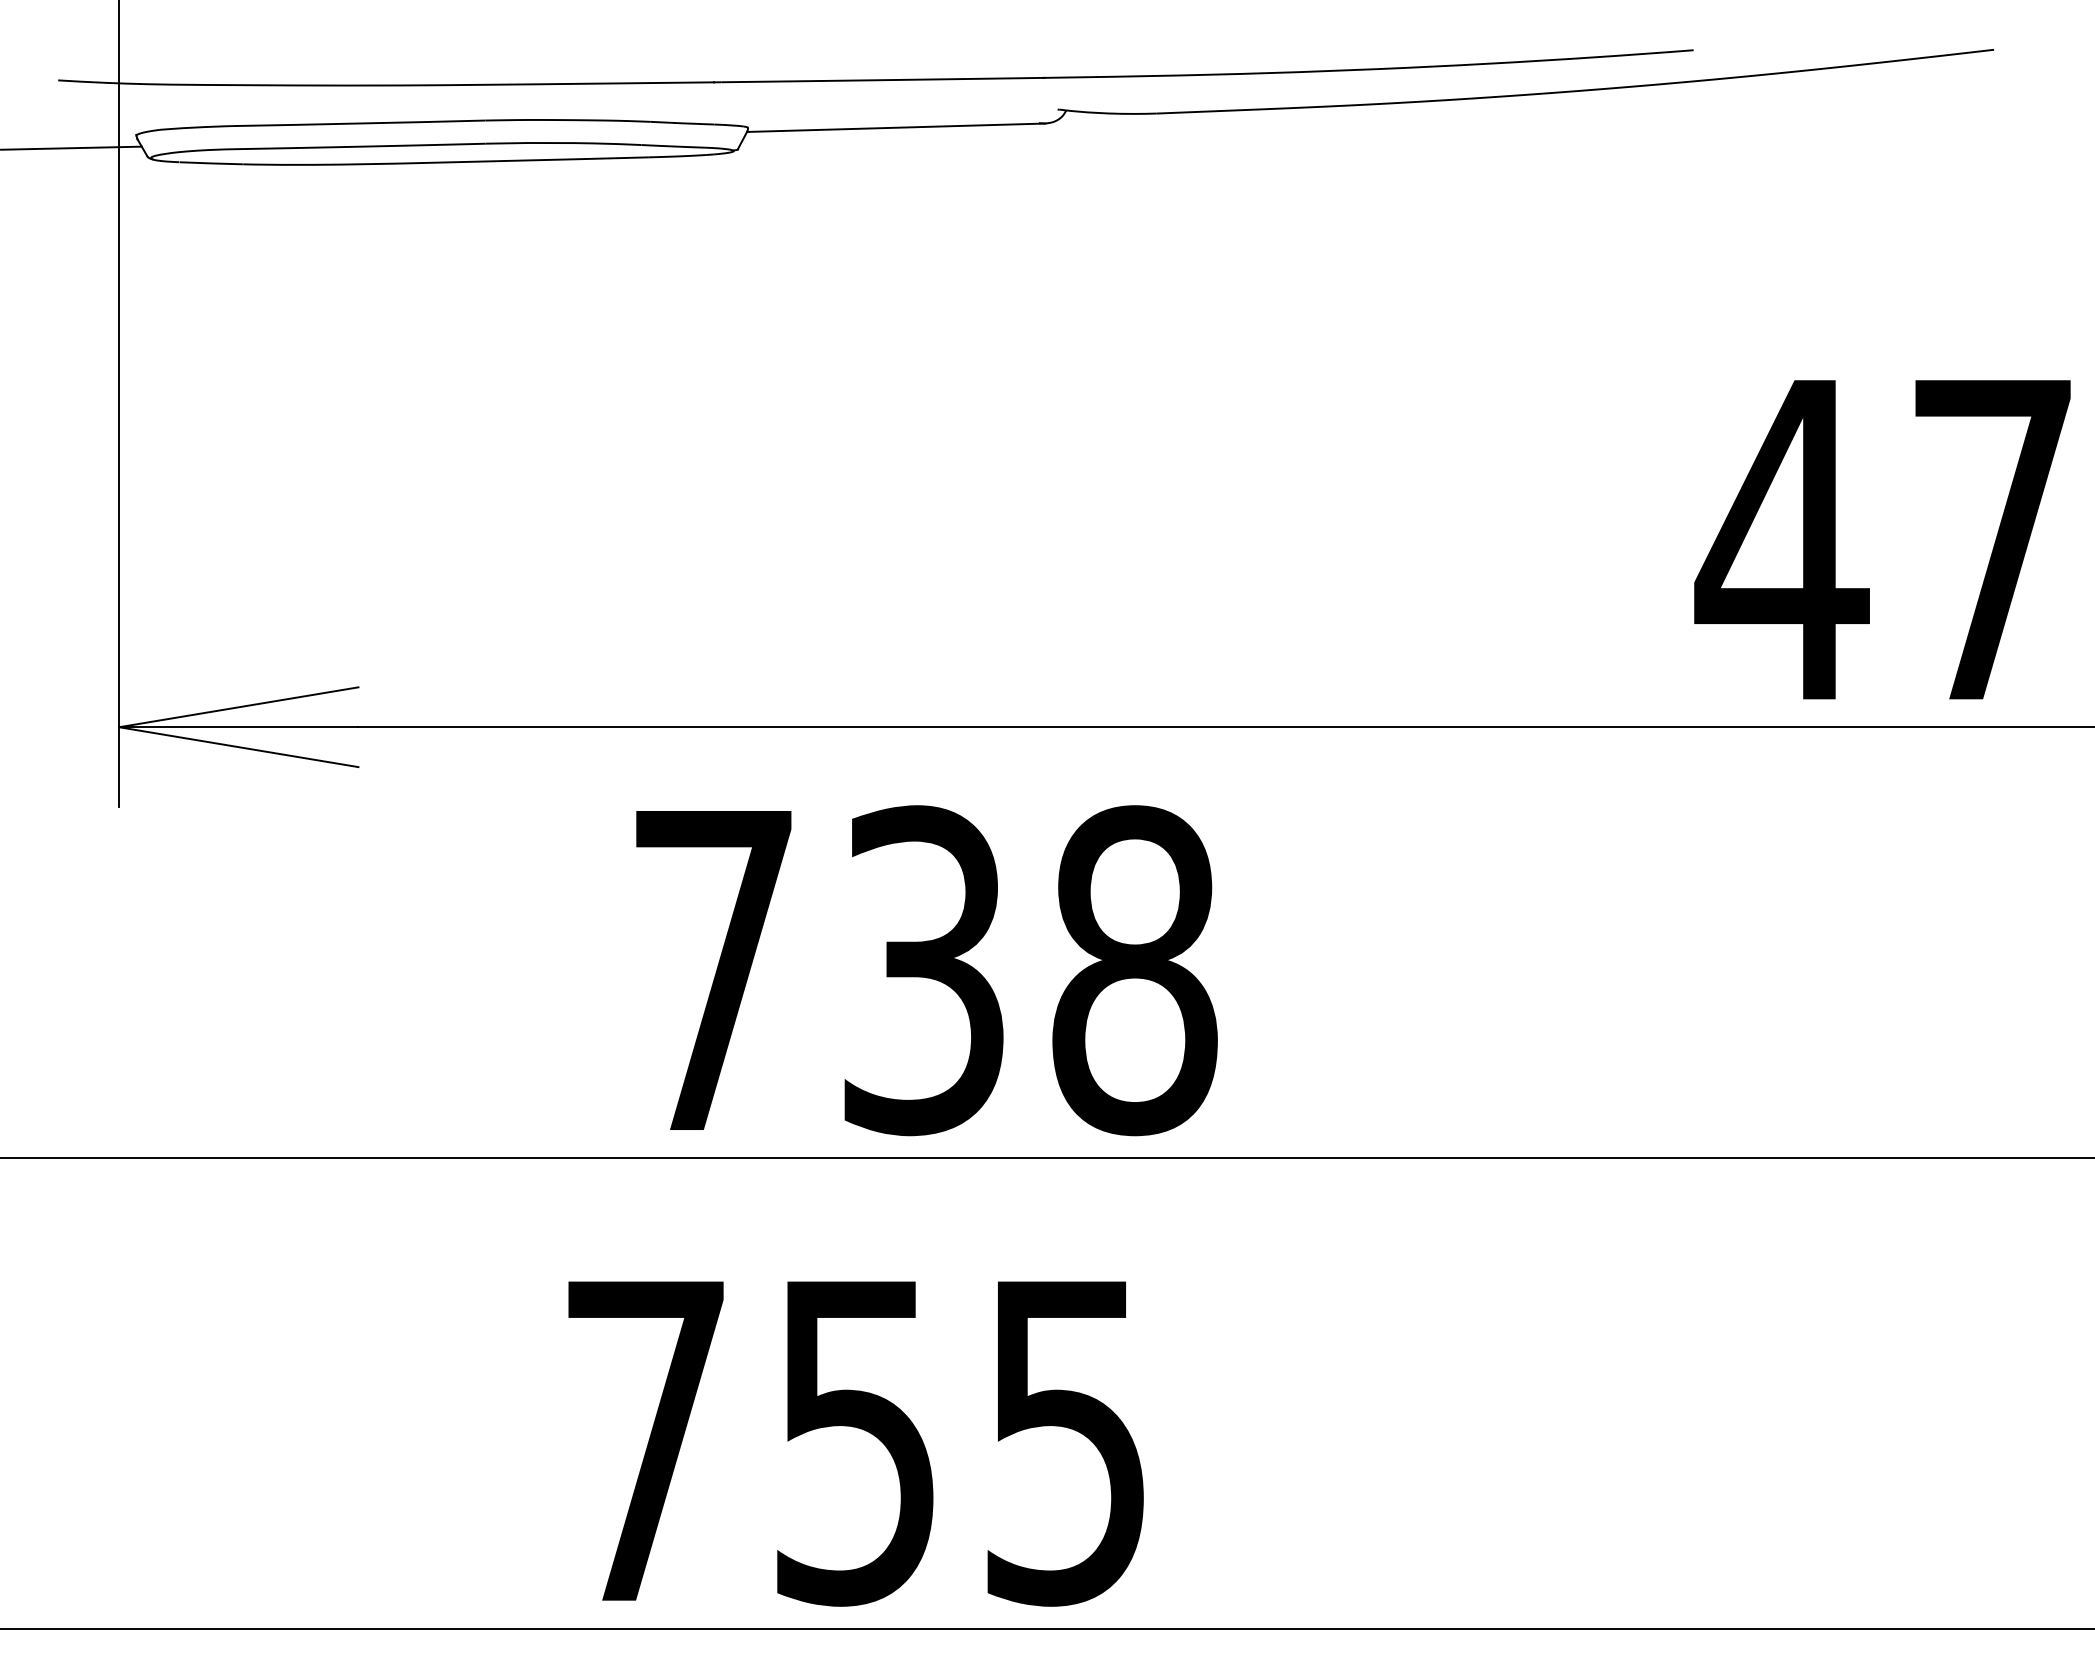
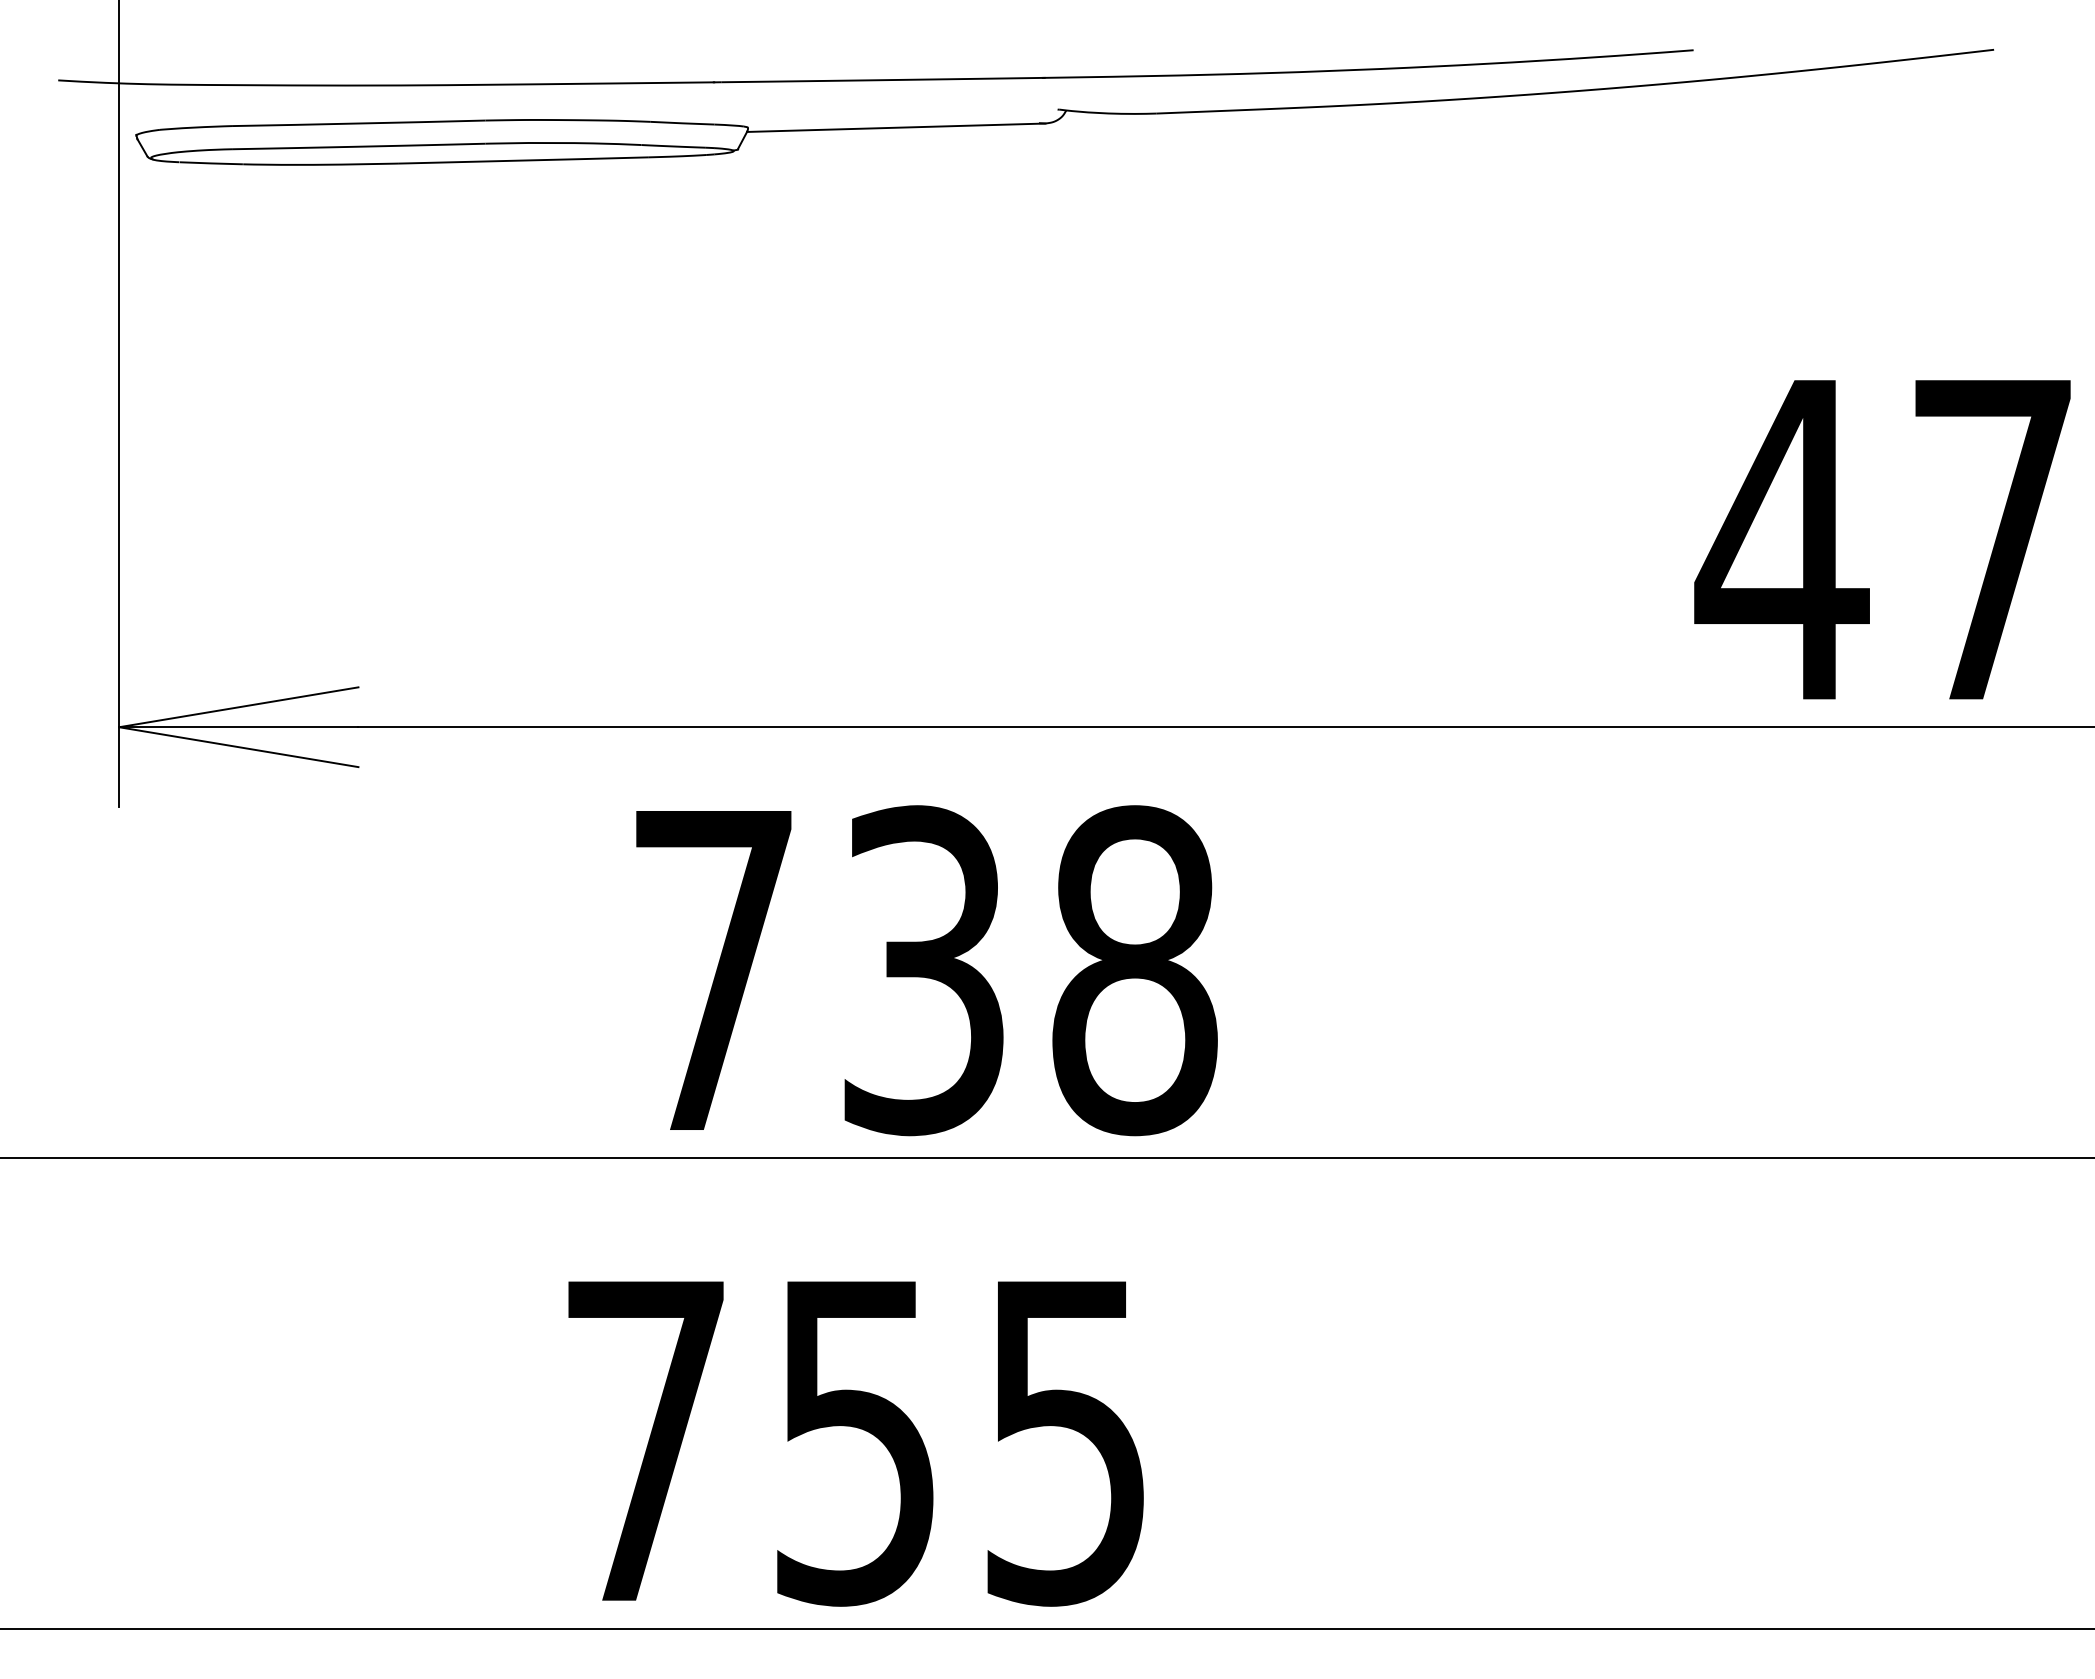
line at (71, 147): present -> none
